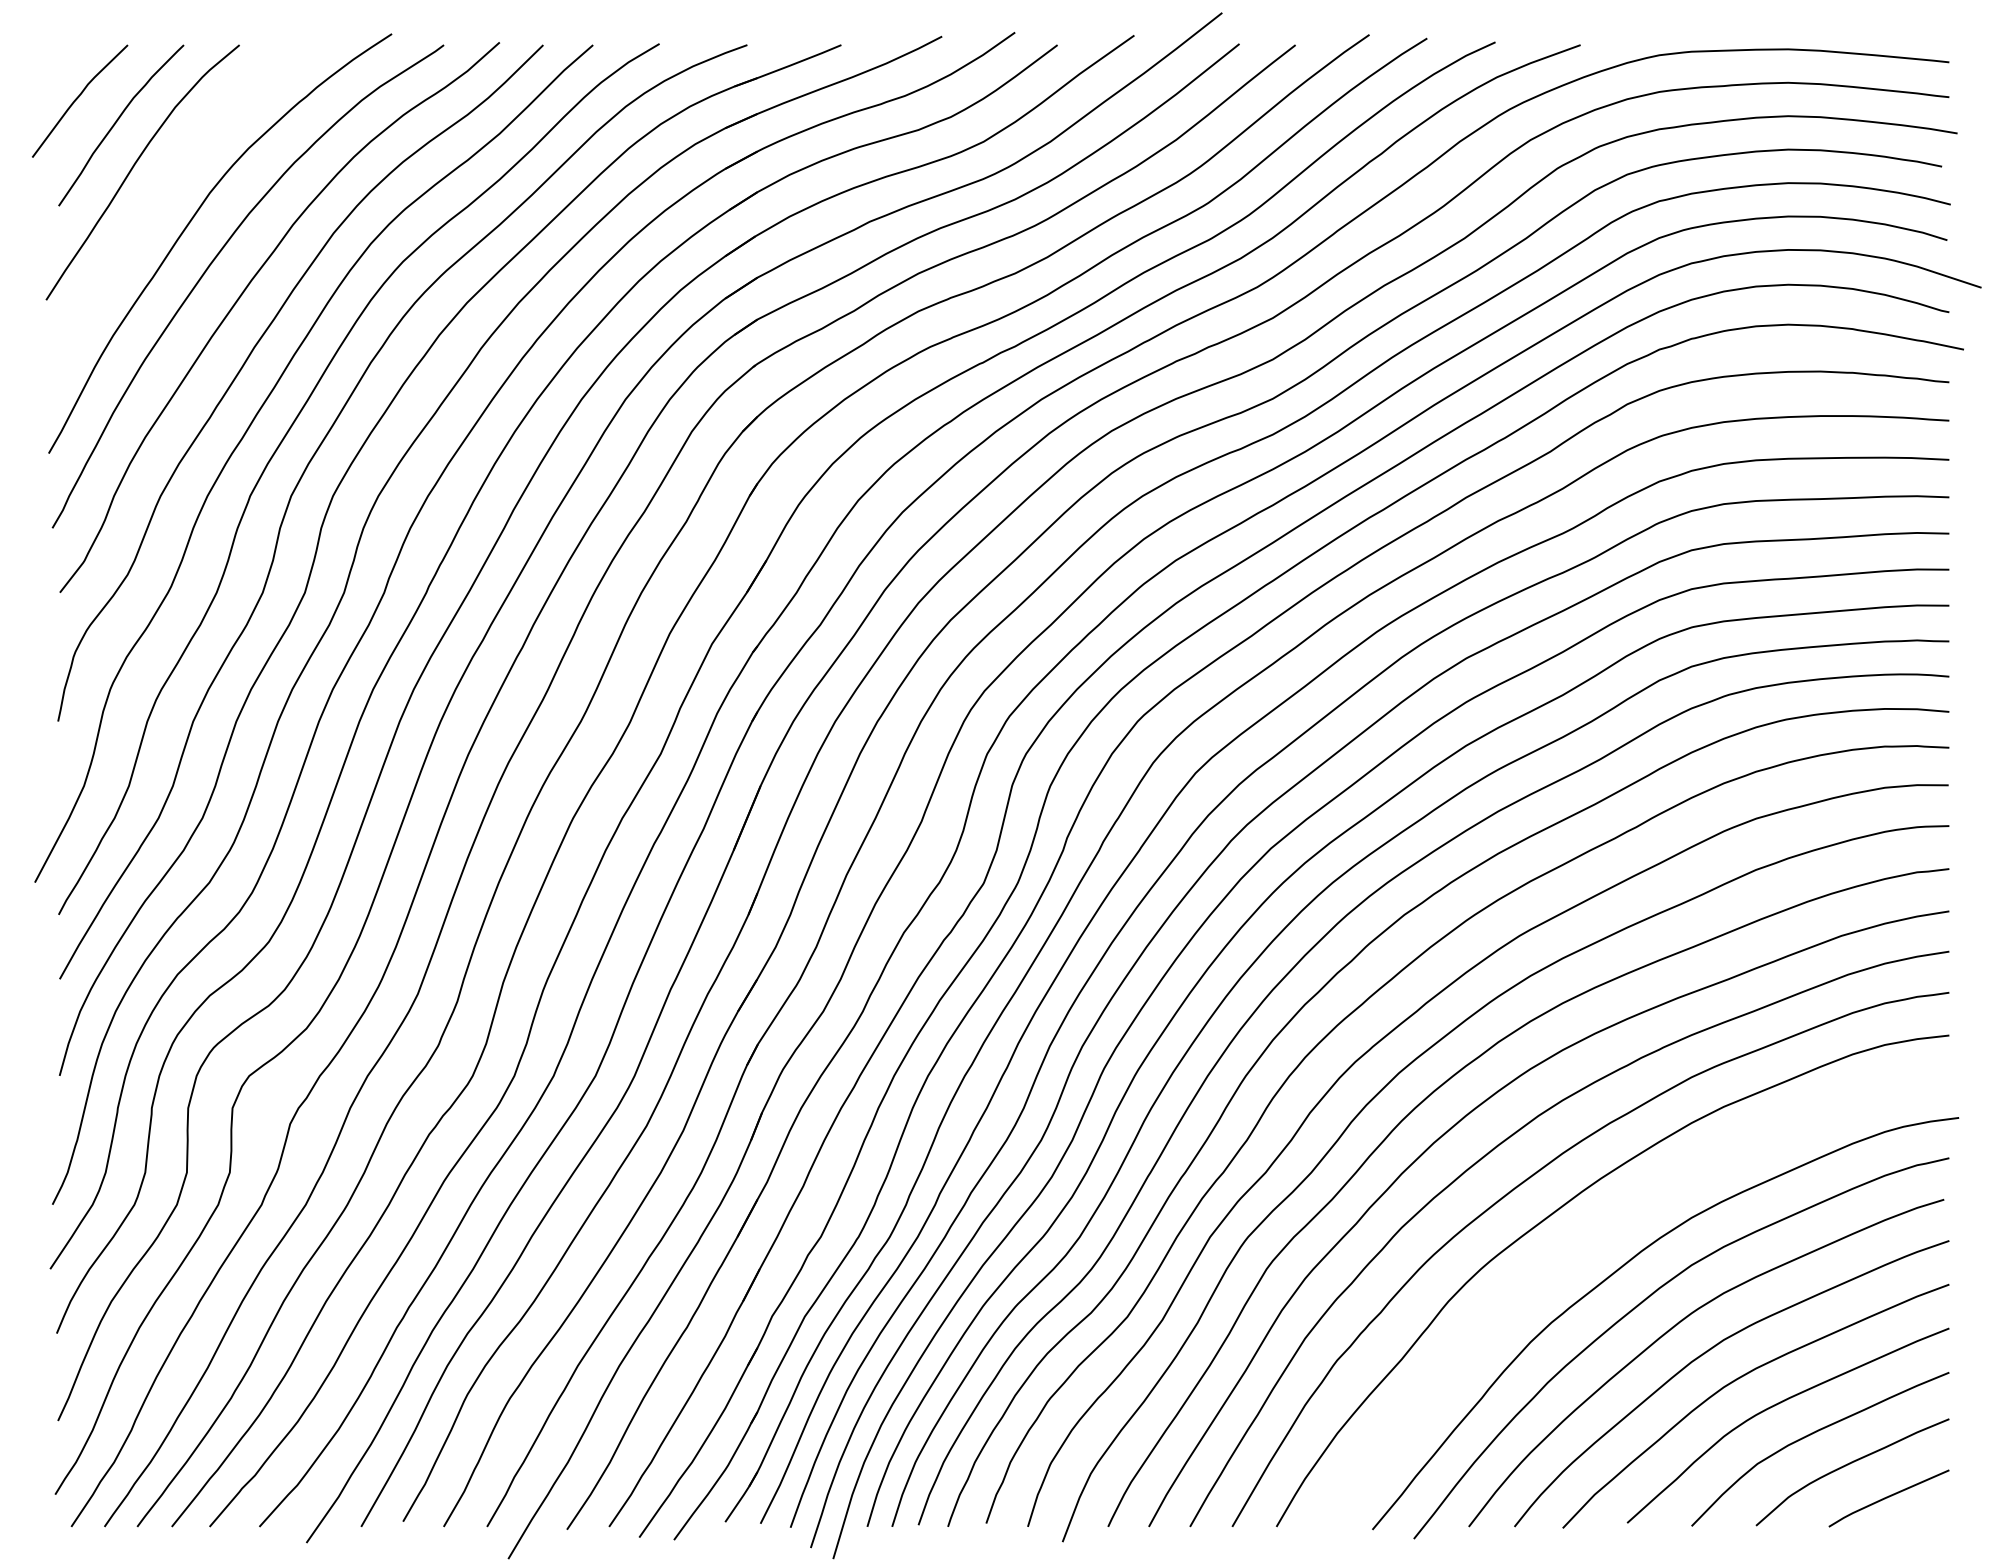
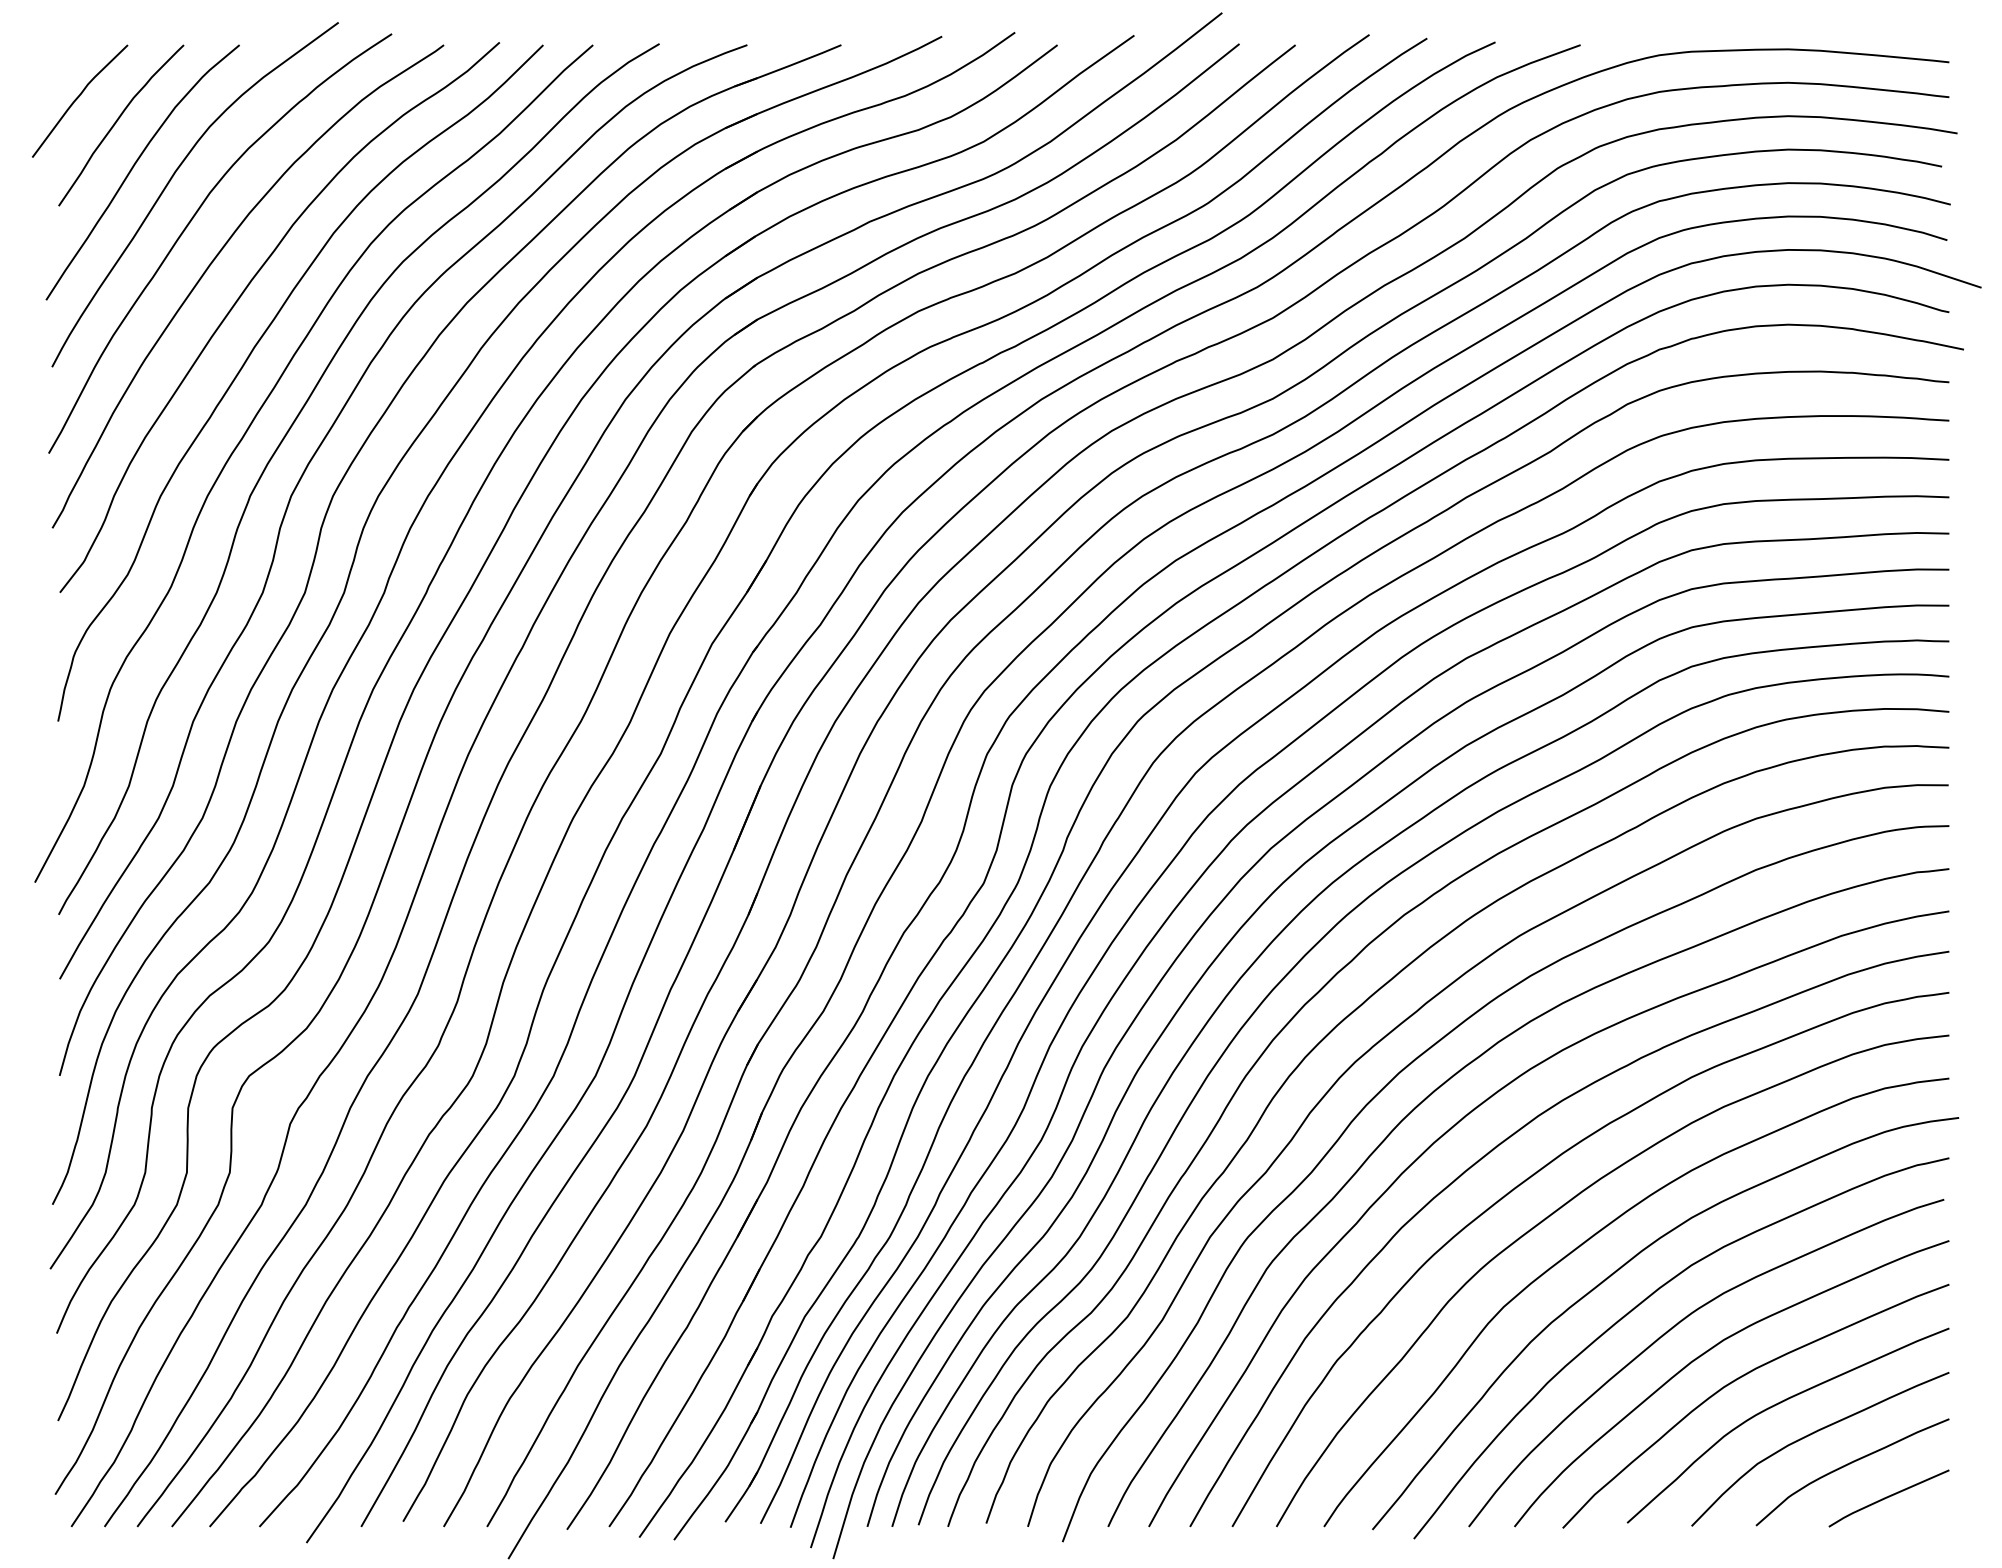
curve at (172, 178): none -> present
curve at (1590, 1239): none -> present
